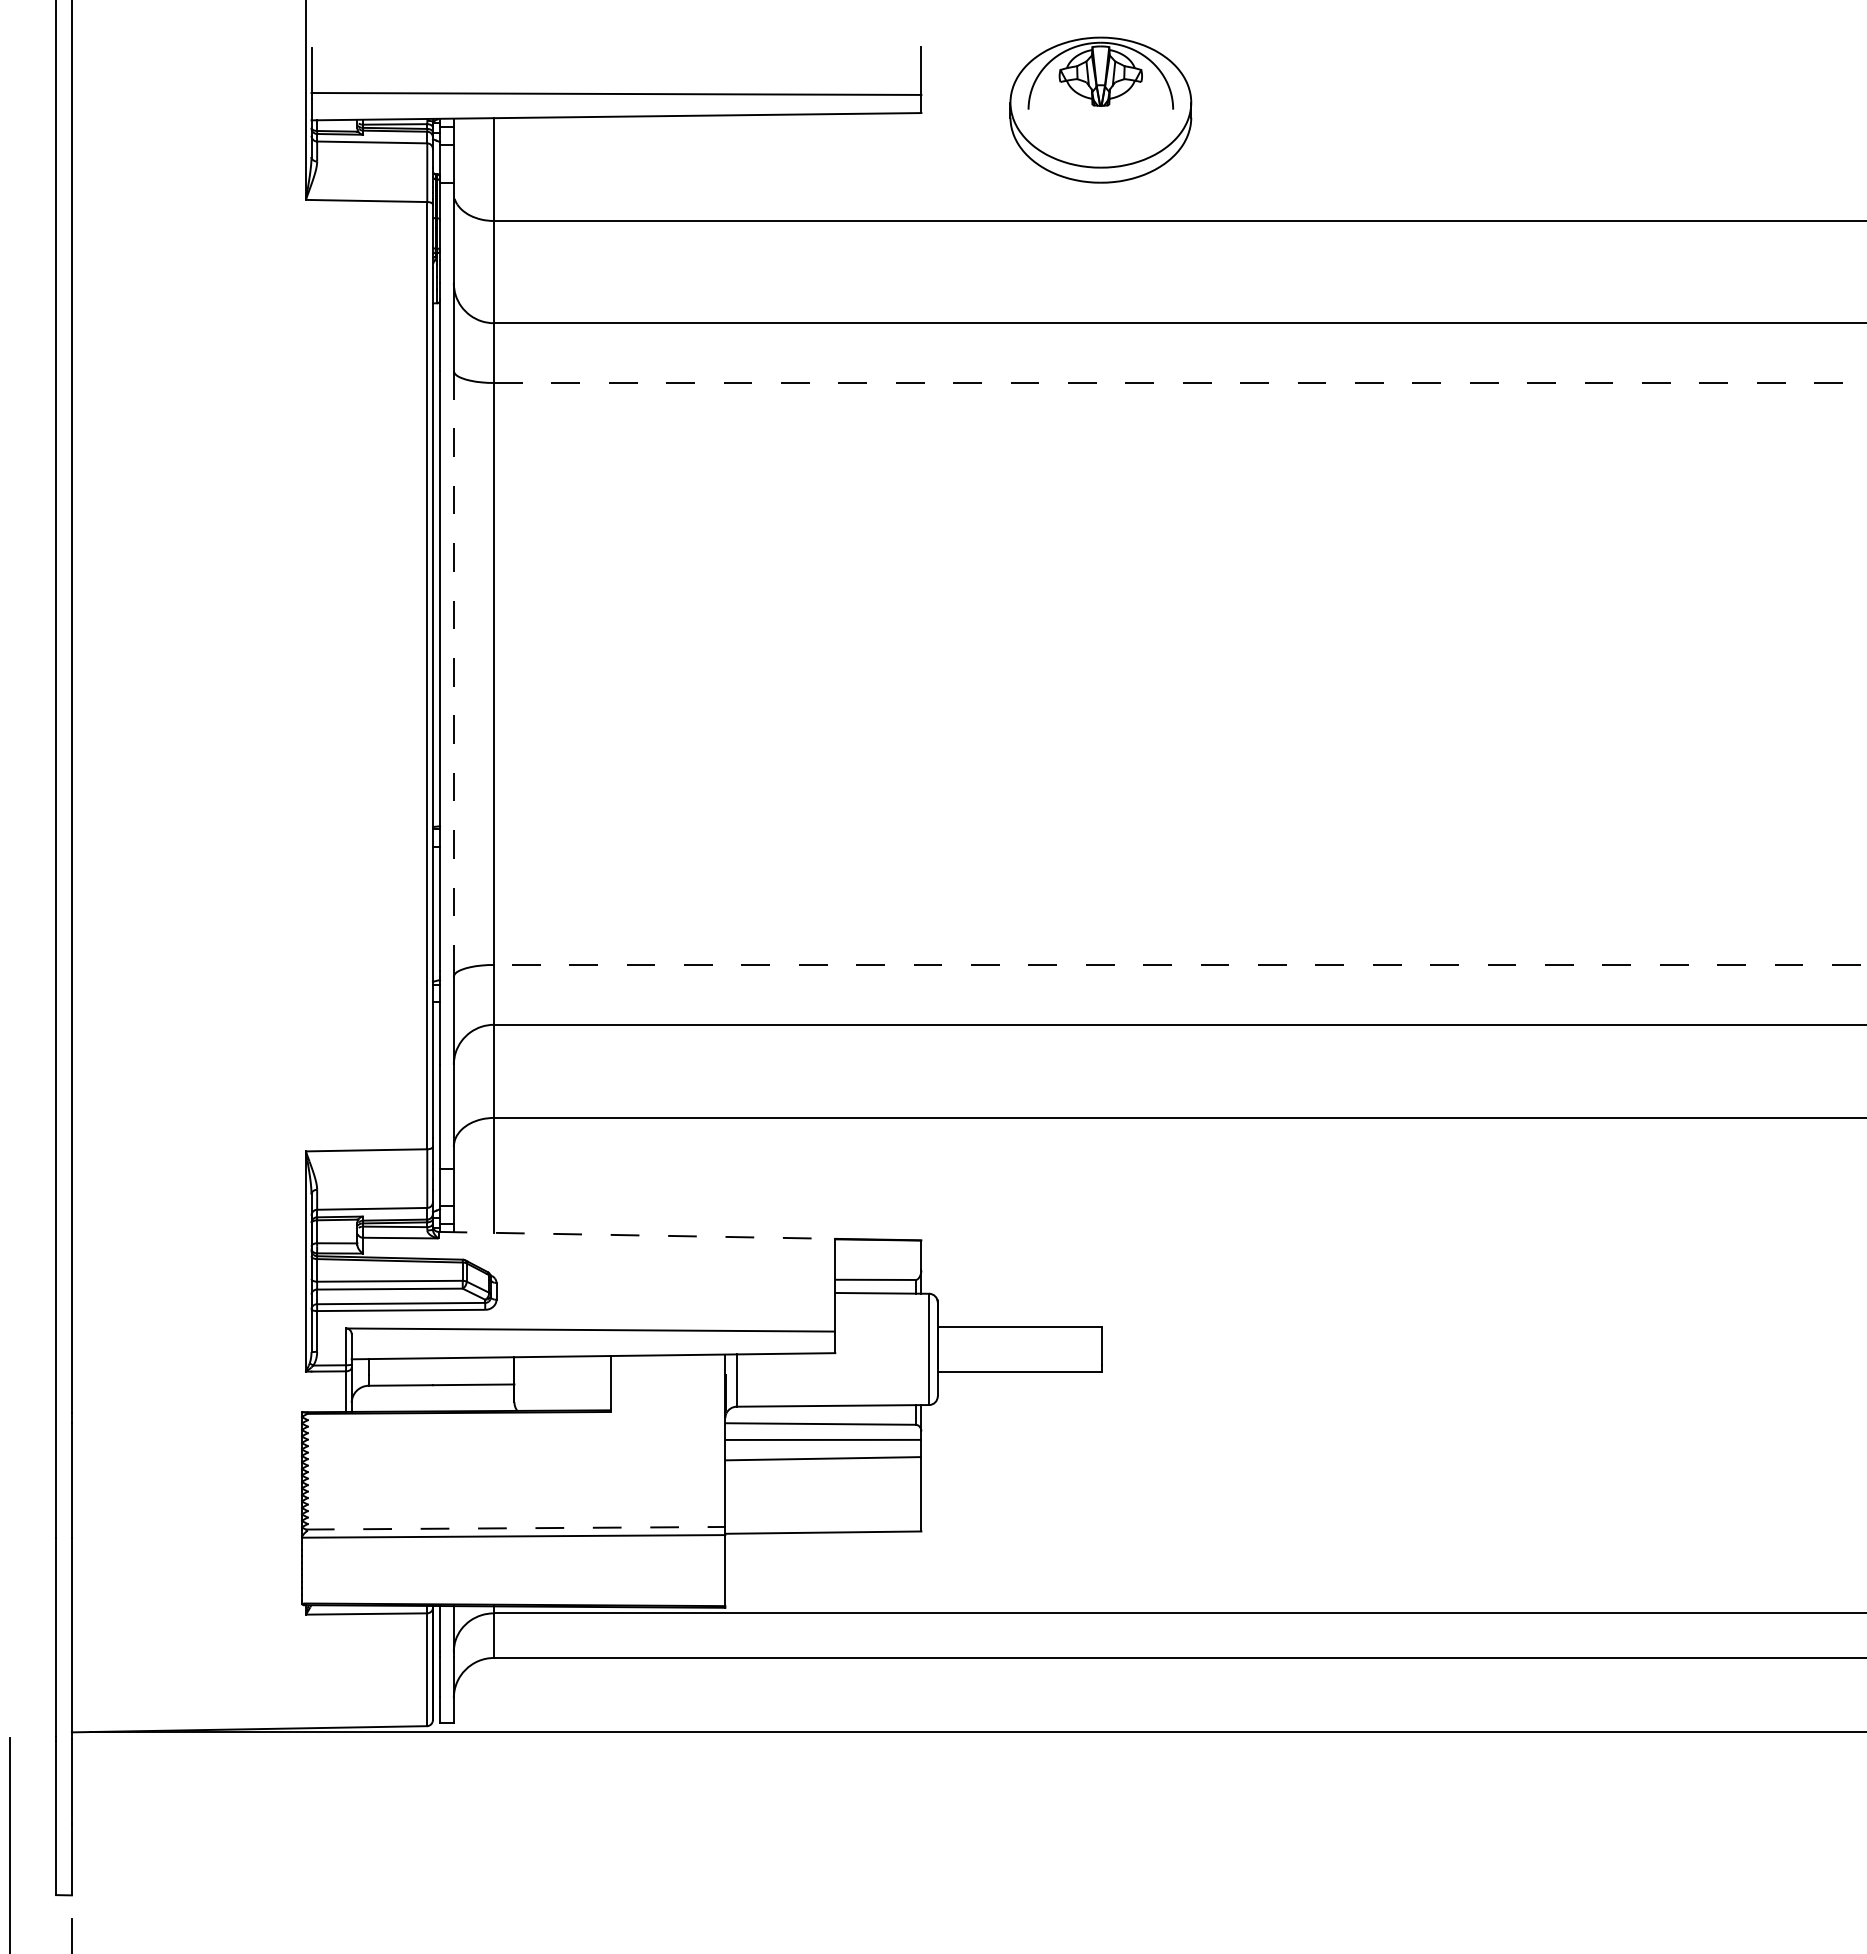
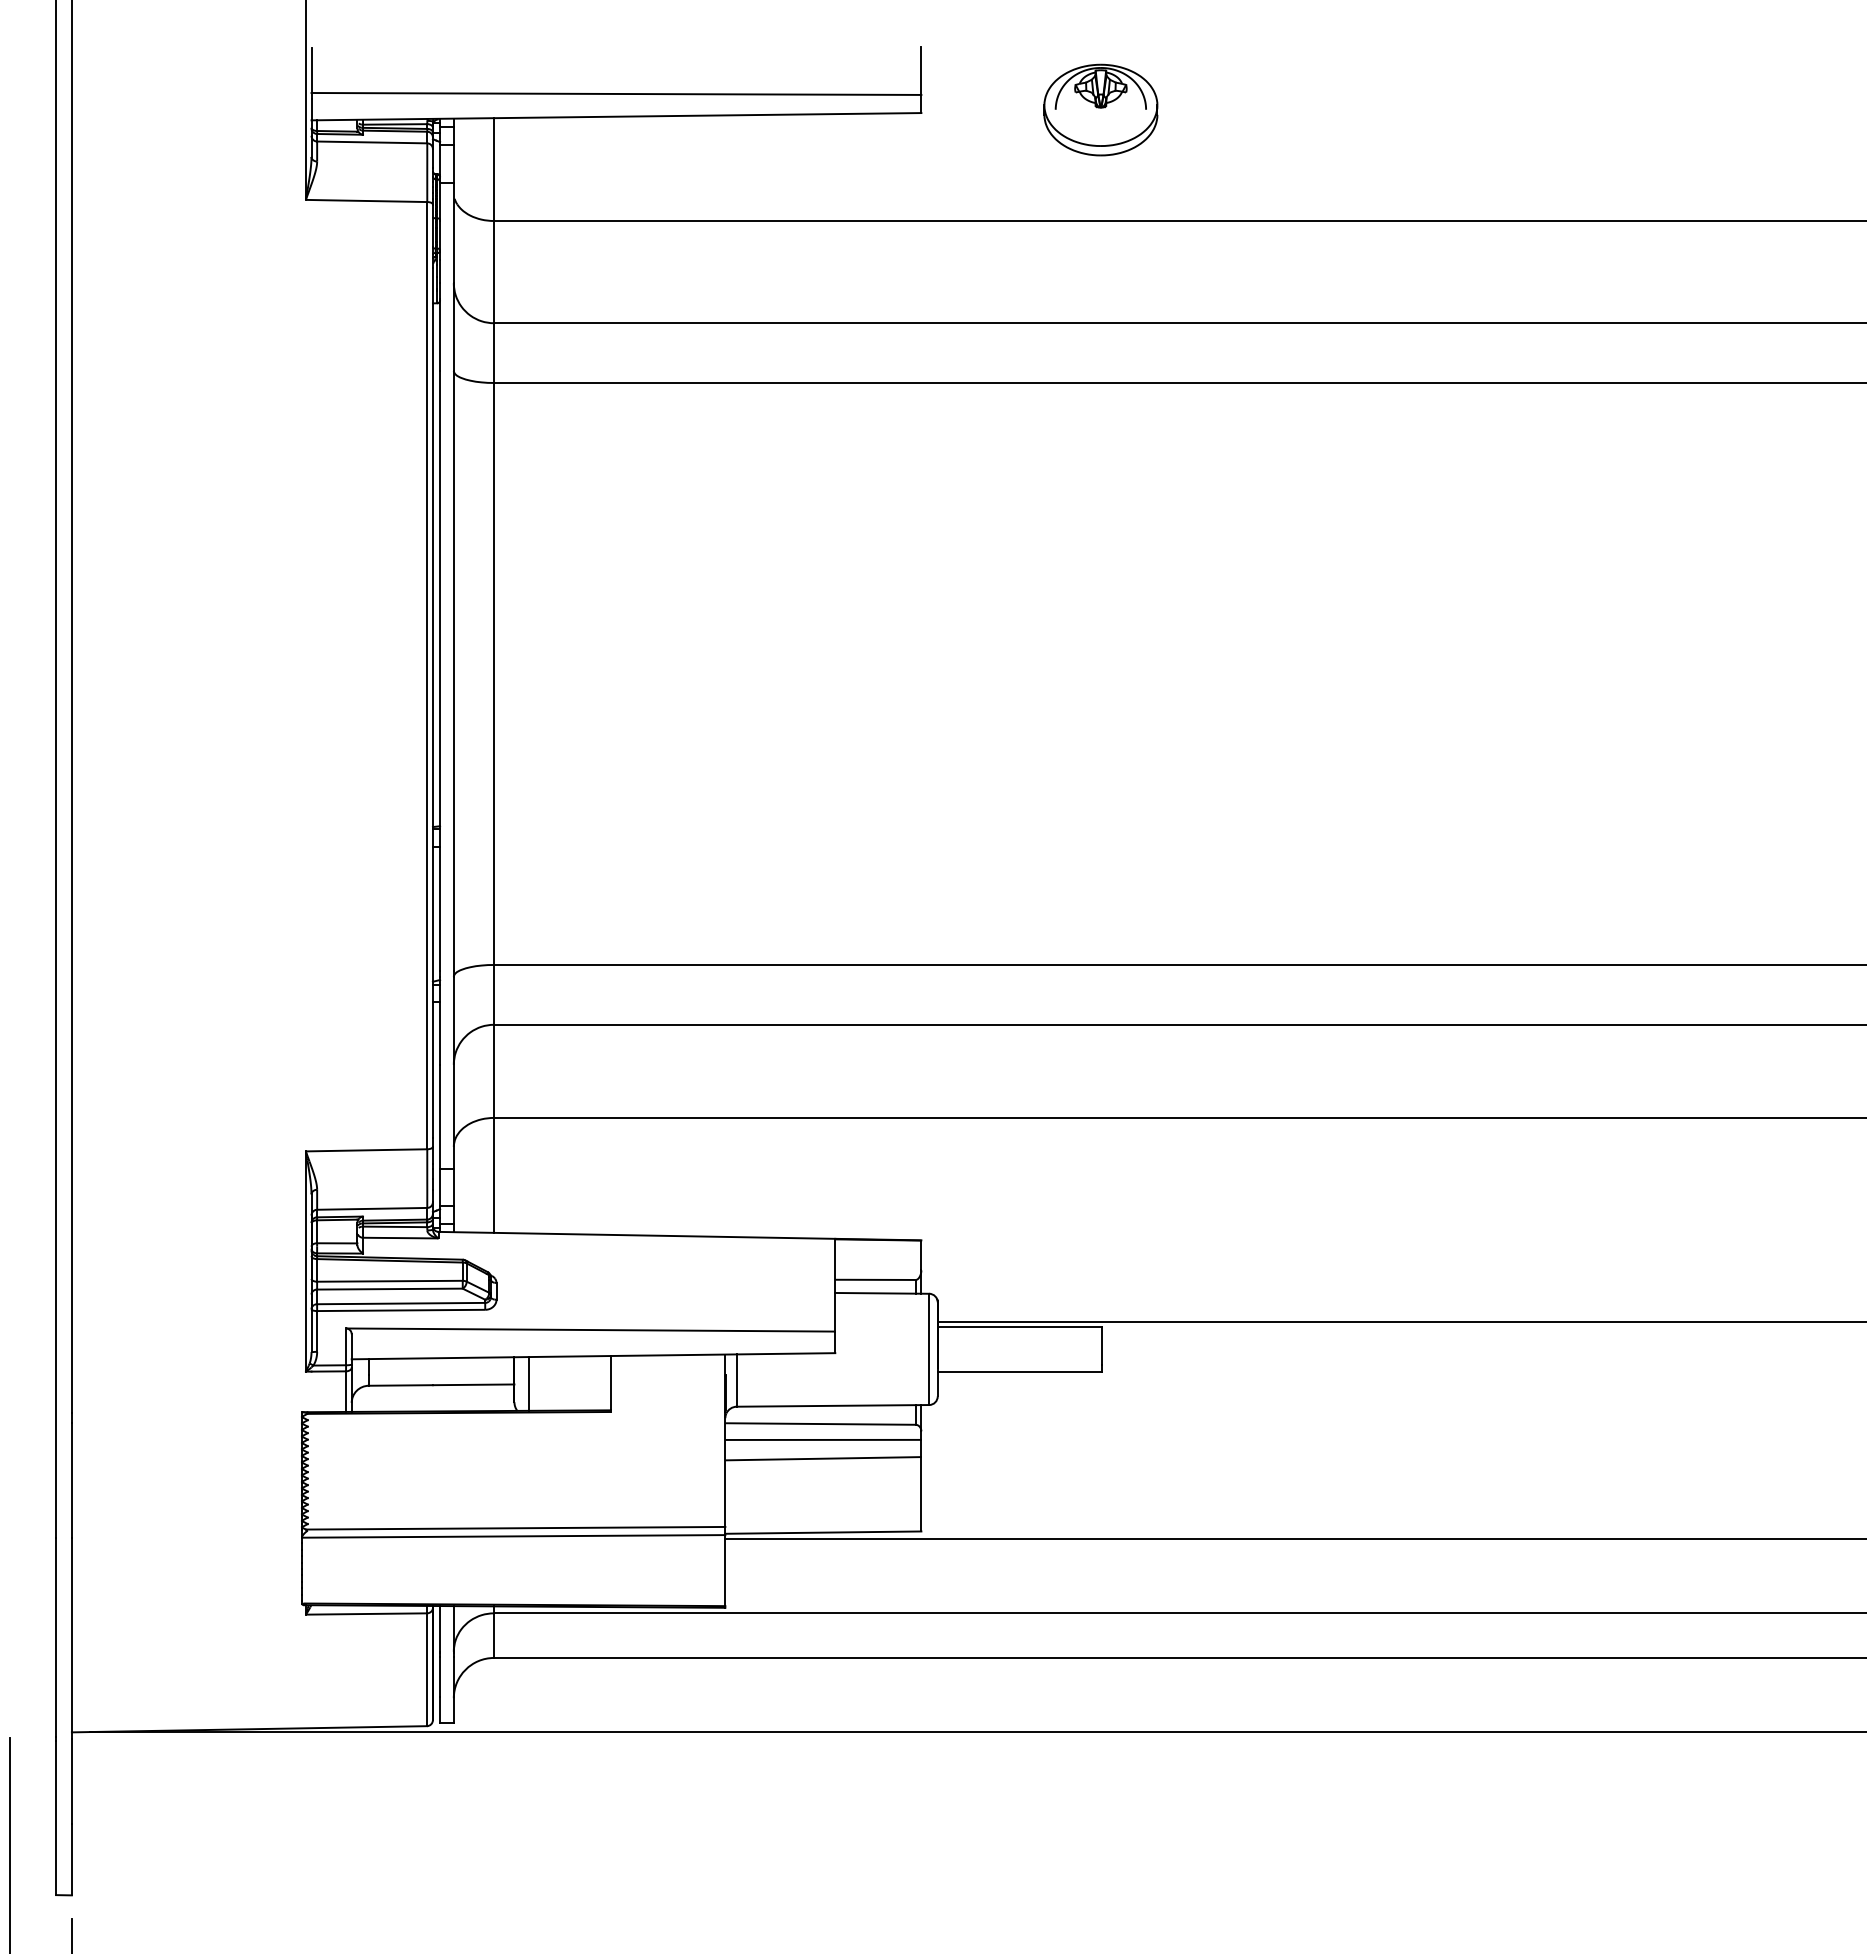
part at (1100, 109) size: 184x148 px -> 116x94 px
line at (1180, 382): dashed -> solid
line at (453, 671): dashed -> solid
line at (1179, 964): dashed -> solid
line at (637, 1235): dashed -> solid
line at (1400, 1322): none -> present
line at (528, 1383): none -> present
line at (515, 1528): dashed -> solid
line at (1294, 1538): none -> present
